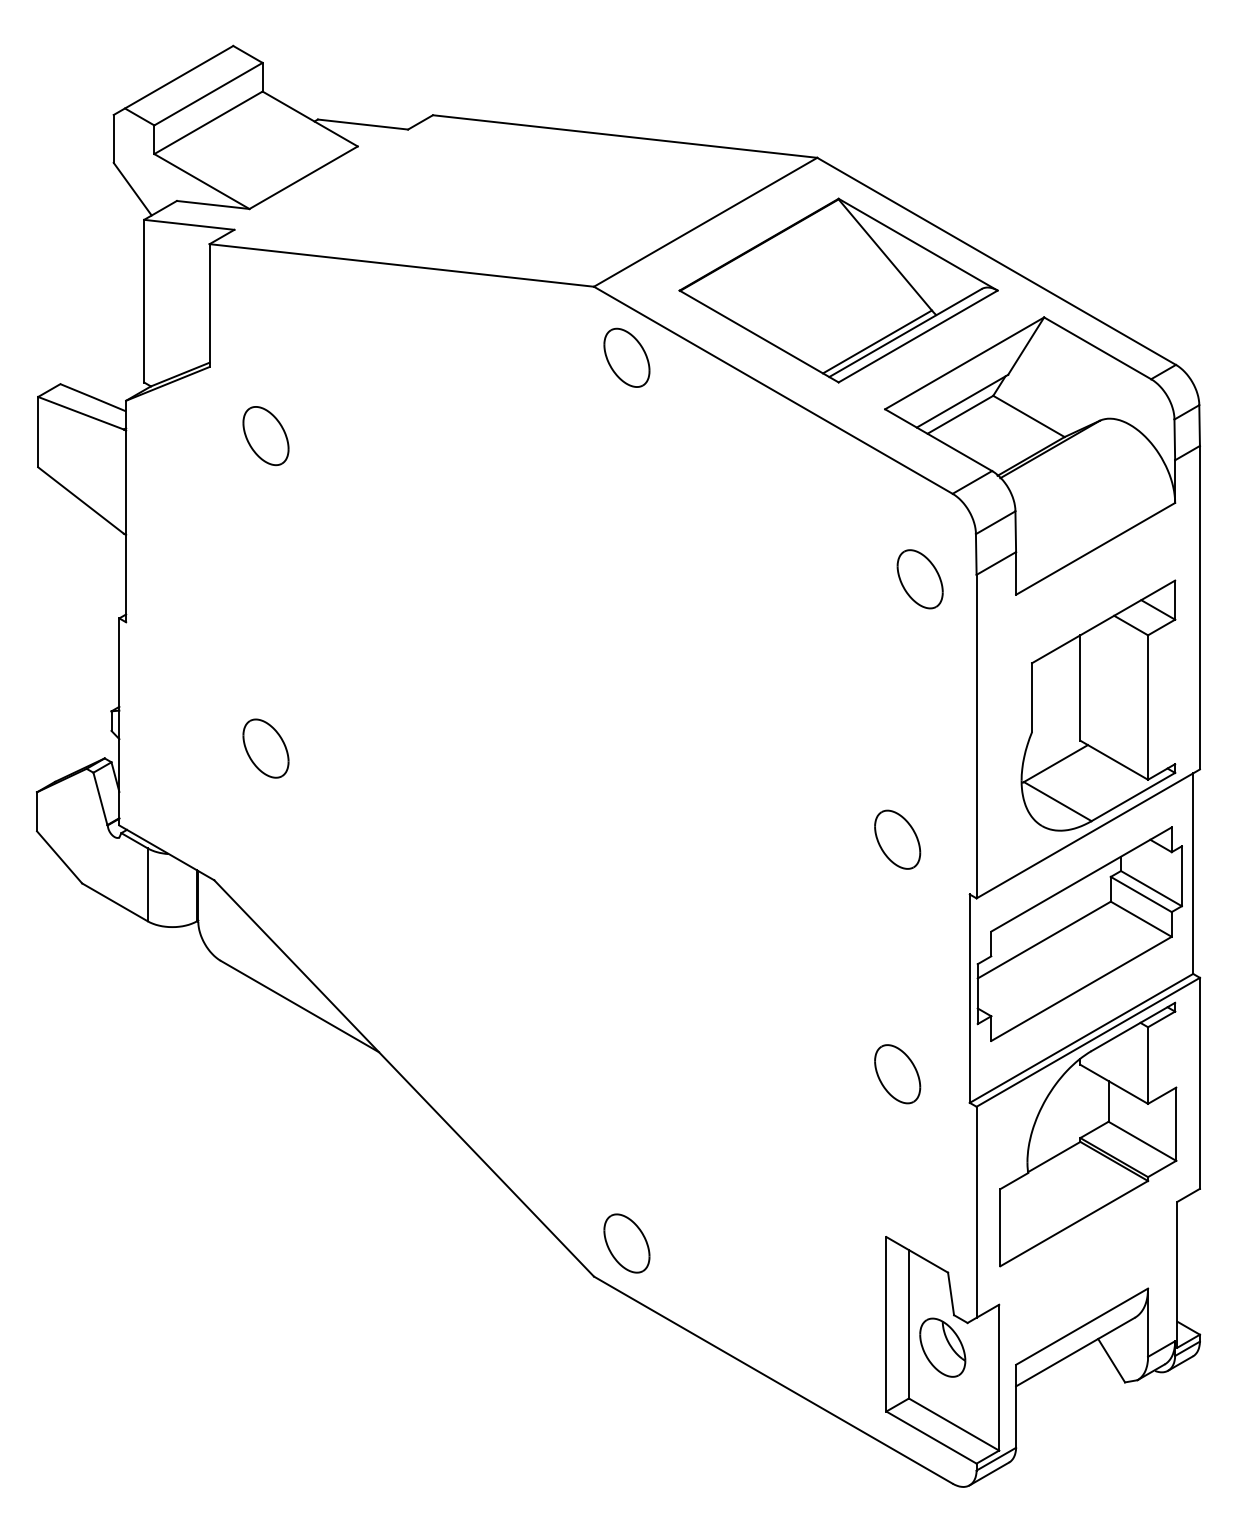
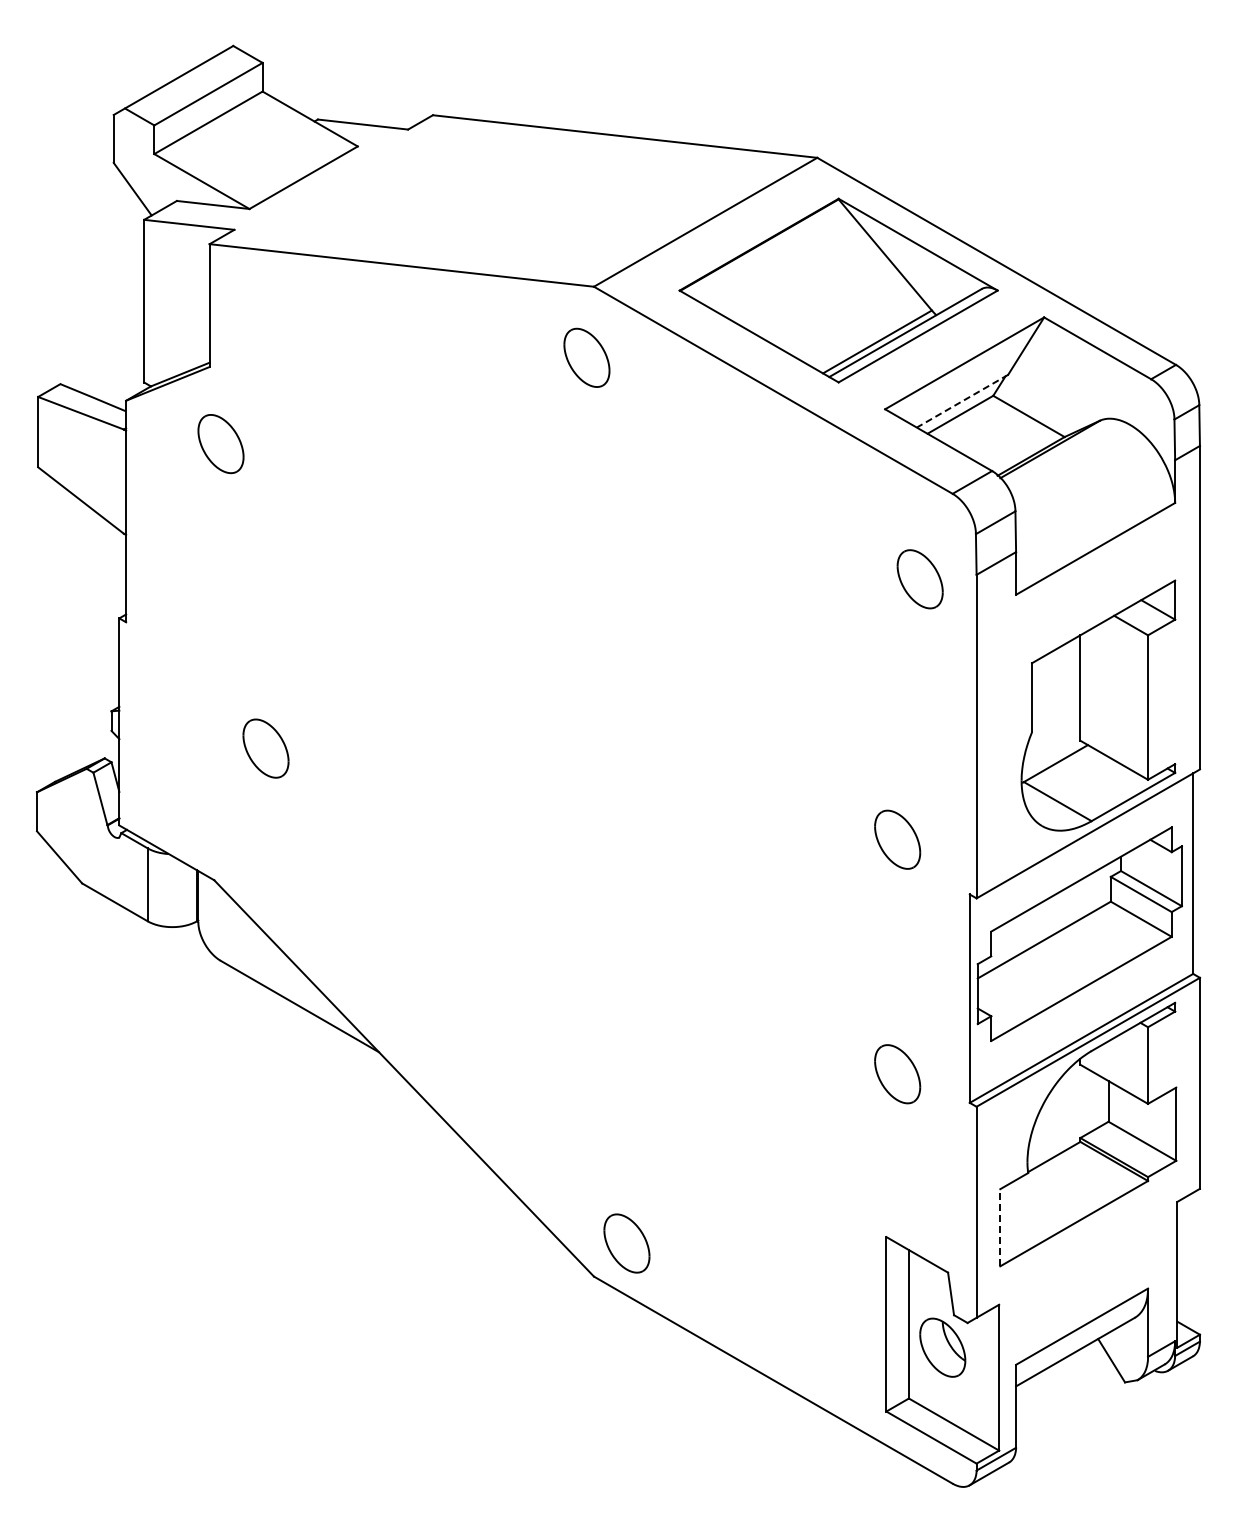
part at (626, 357) position: (626, 357) -> (586, 357)
line at (962, 401): solid -> dashed
part at (265, 436) position: (265, 436) -> (220, 444)
line at (1000, 1227): solid -> dashed
